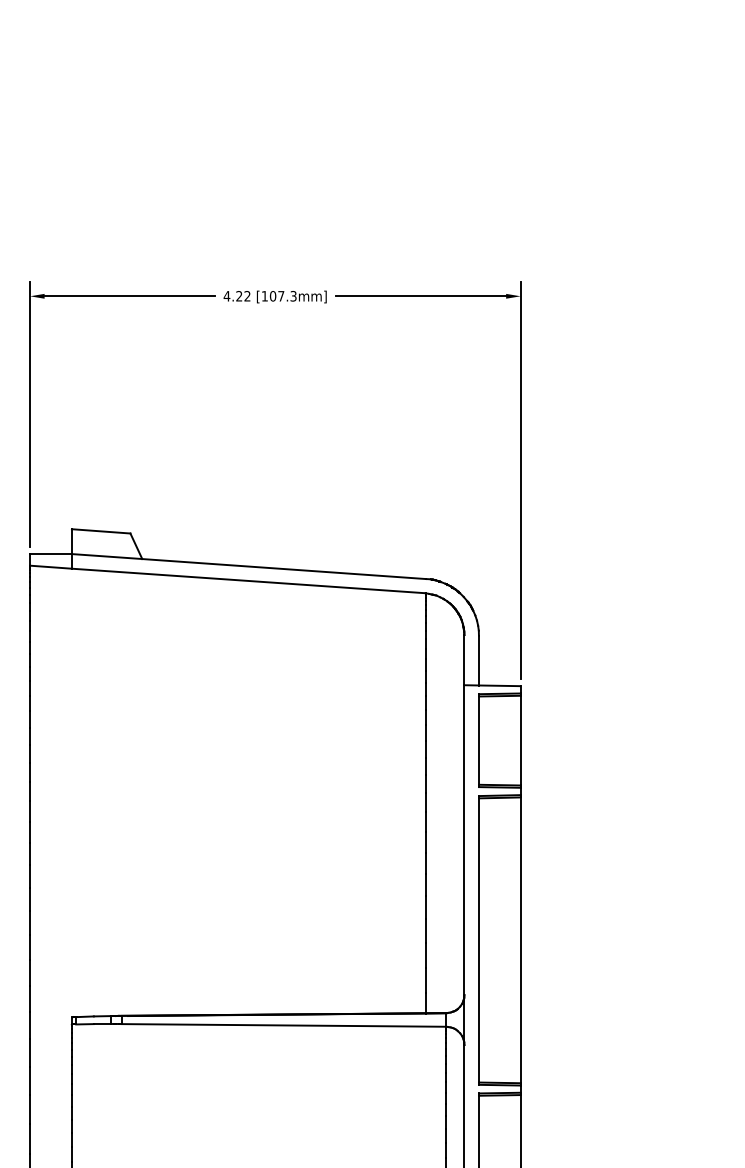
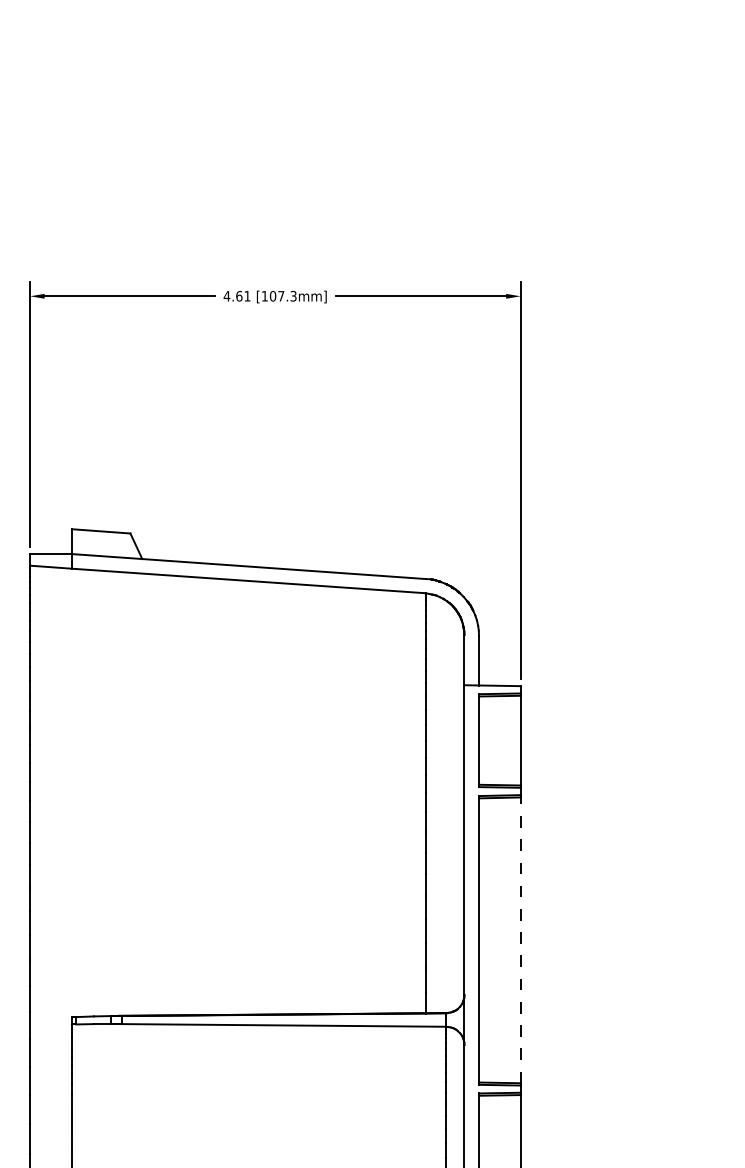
text at (243, 296): 4.22 -> 4.61
line at (520, 940): solid -> dashed
